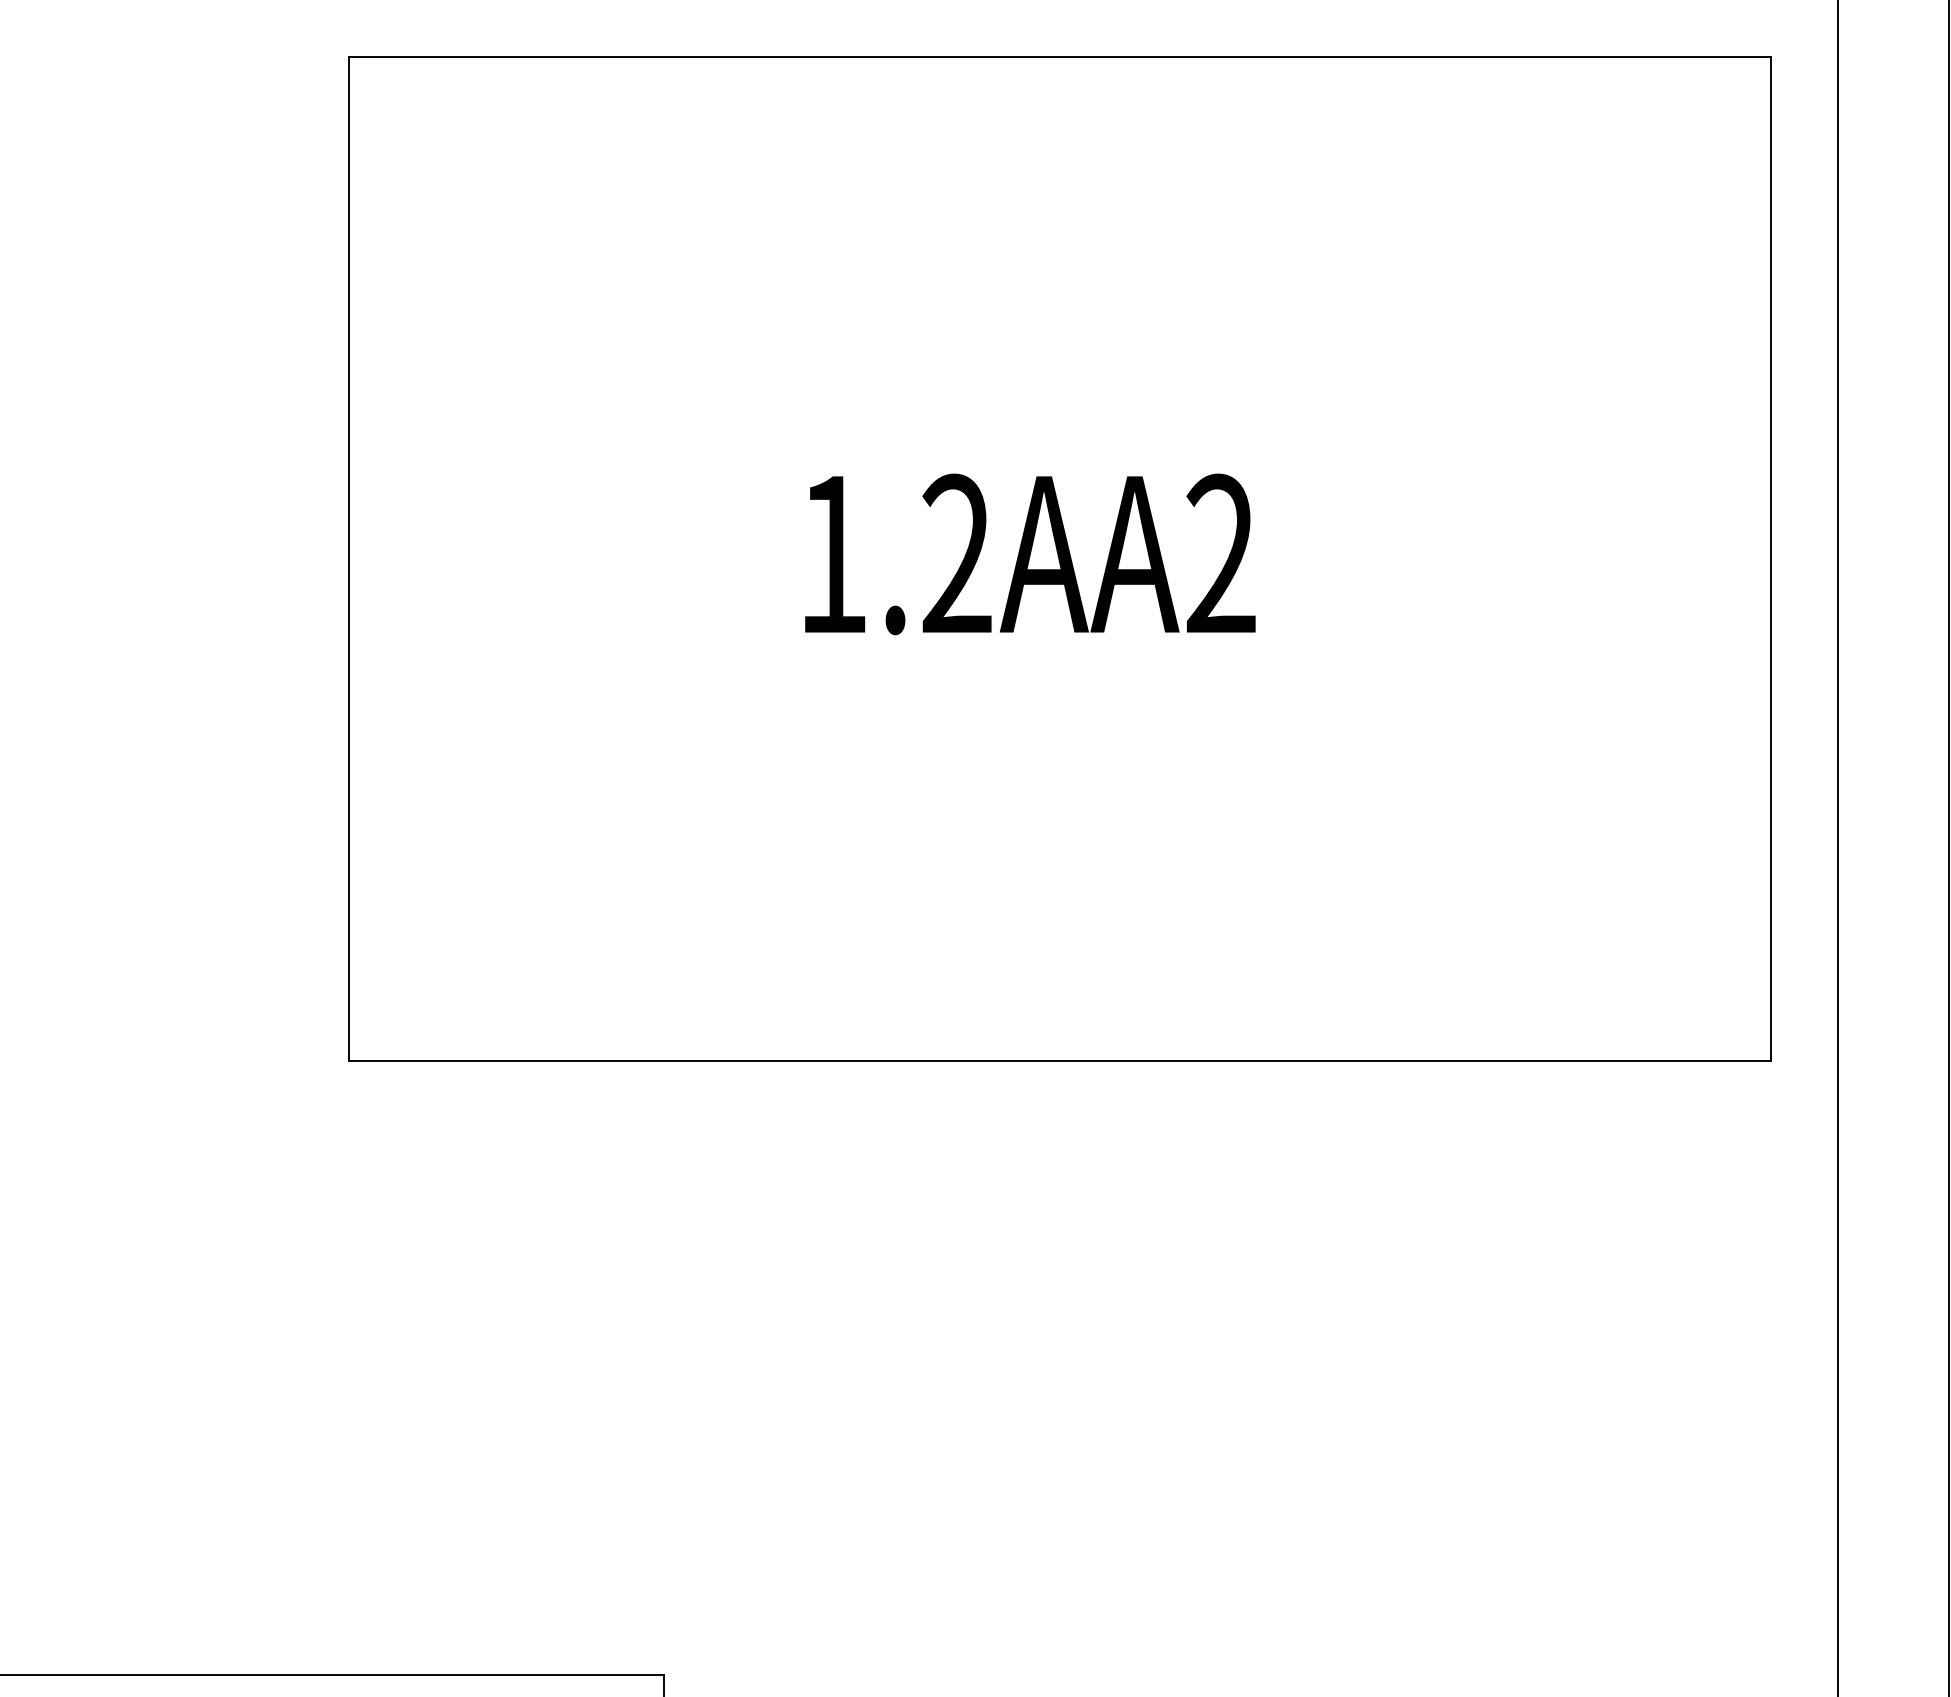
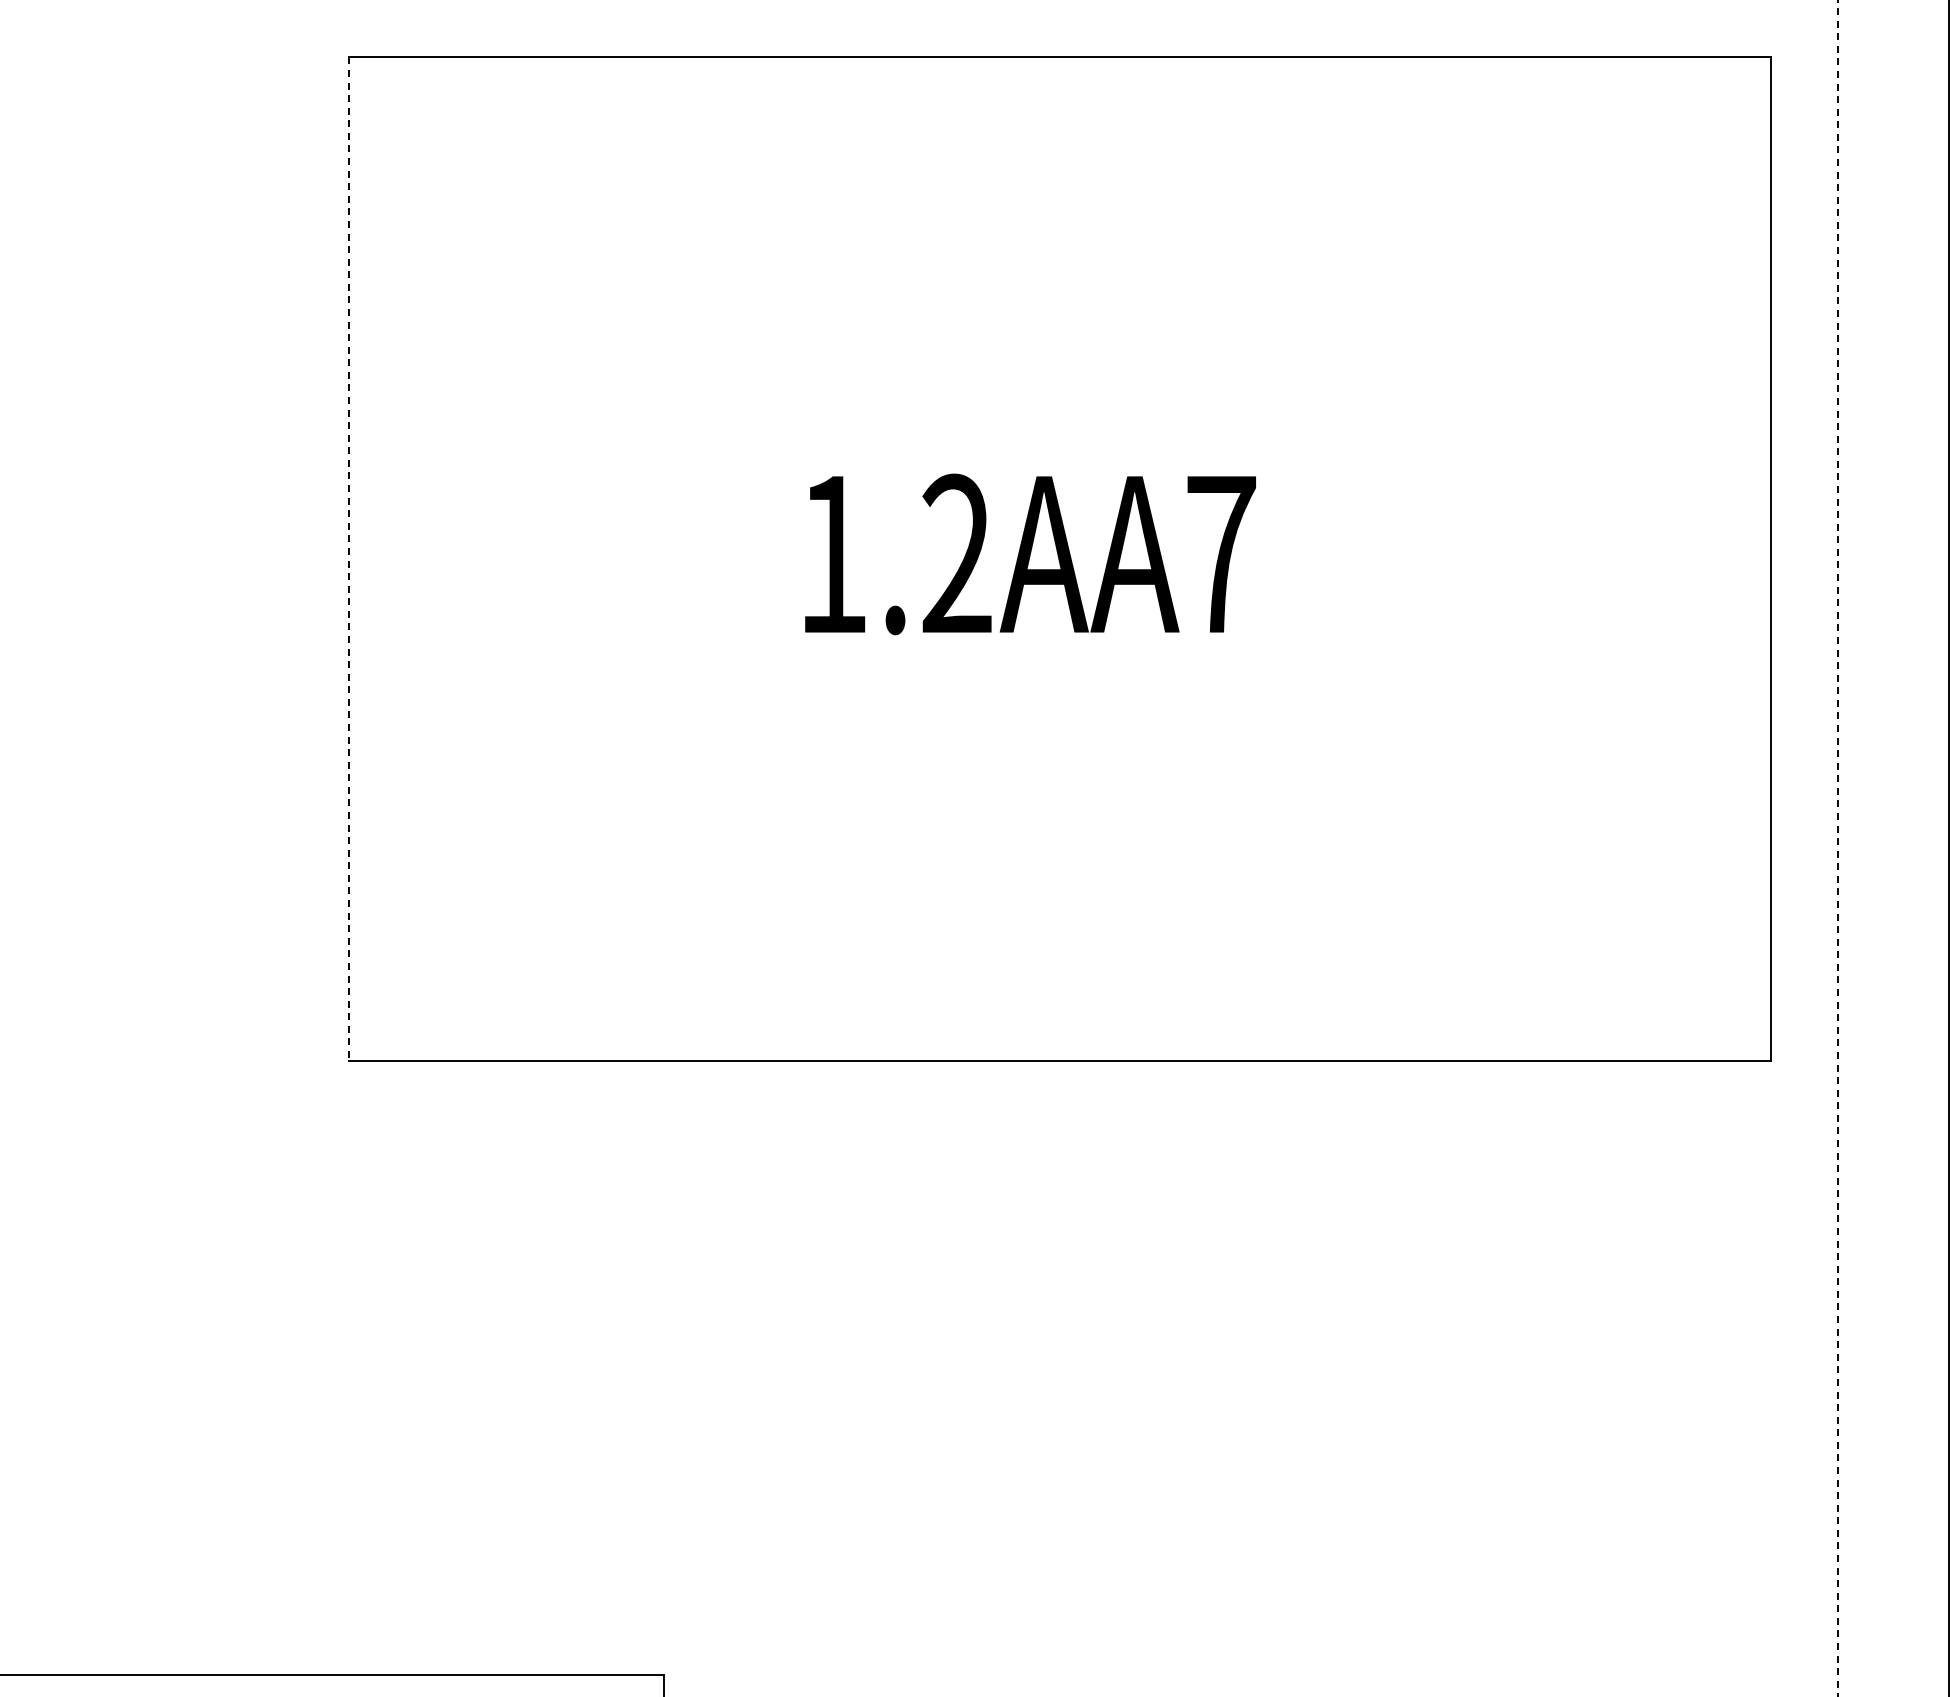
text at (1220, 552): 2 -> 7
line at (349, 559): solid -> dashed
line at (1837, 848): solid -> dashed
